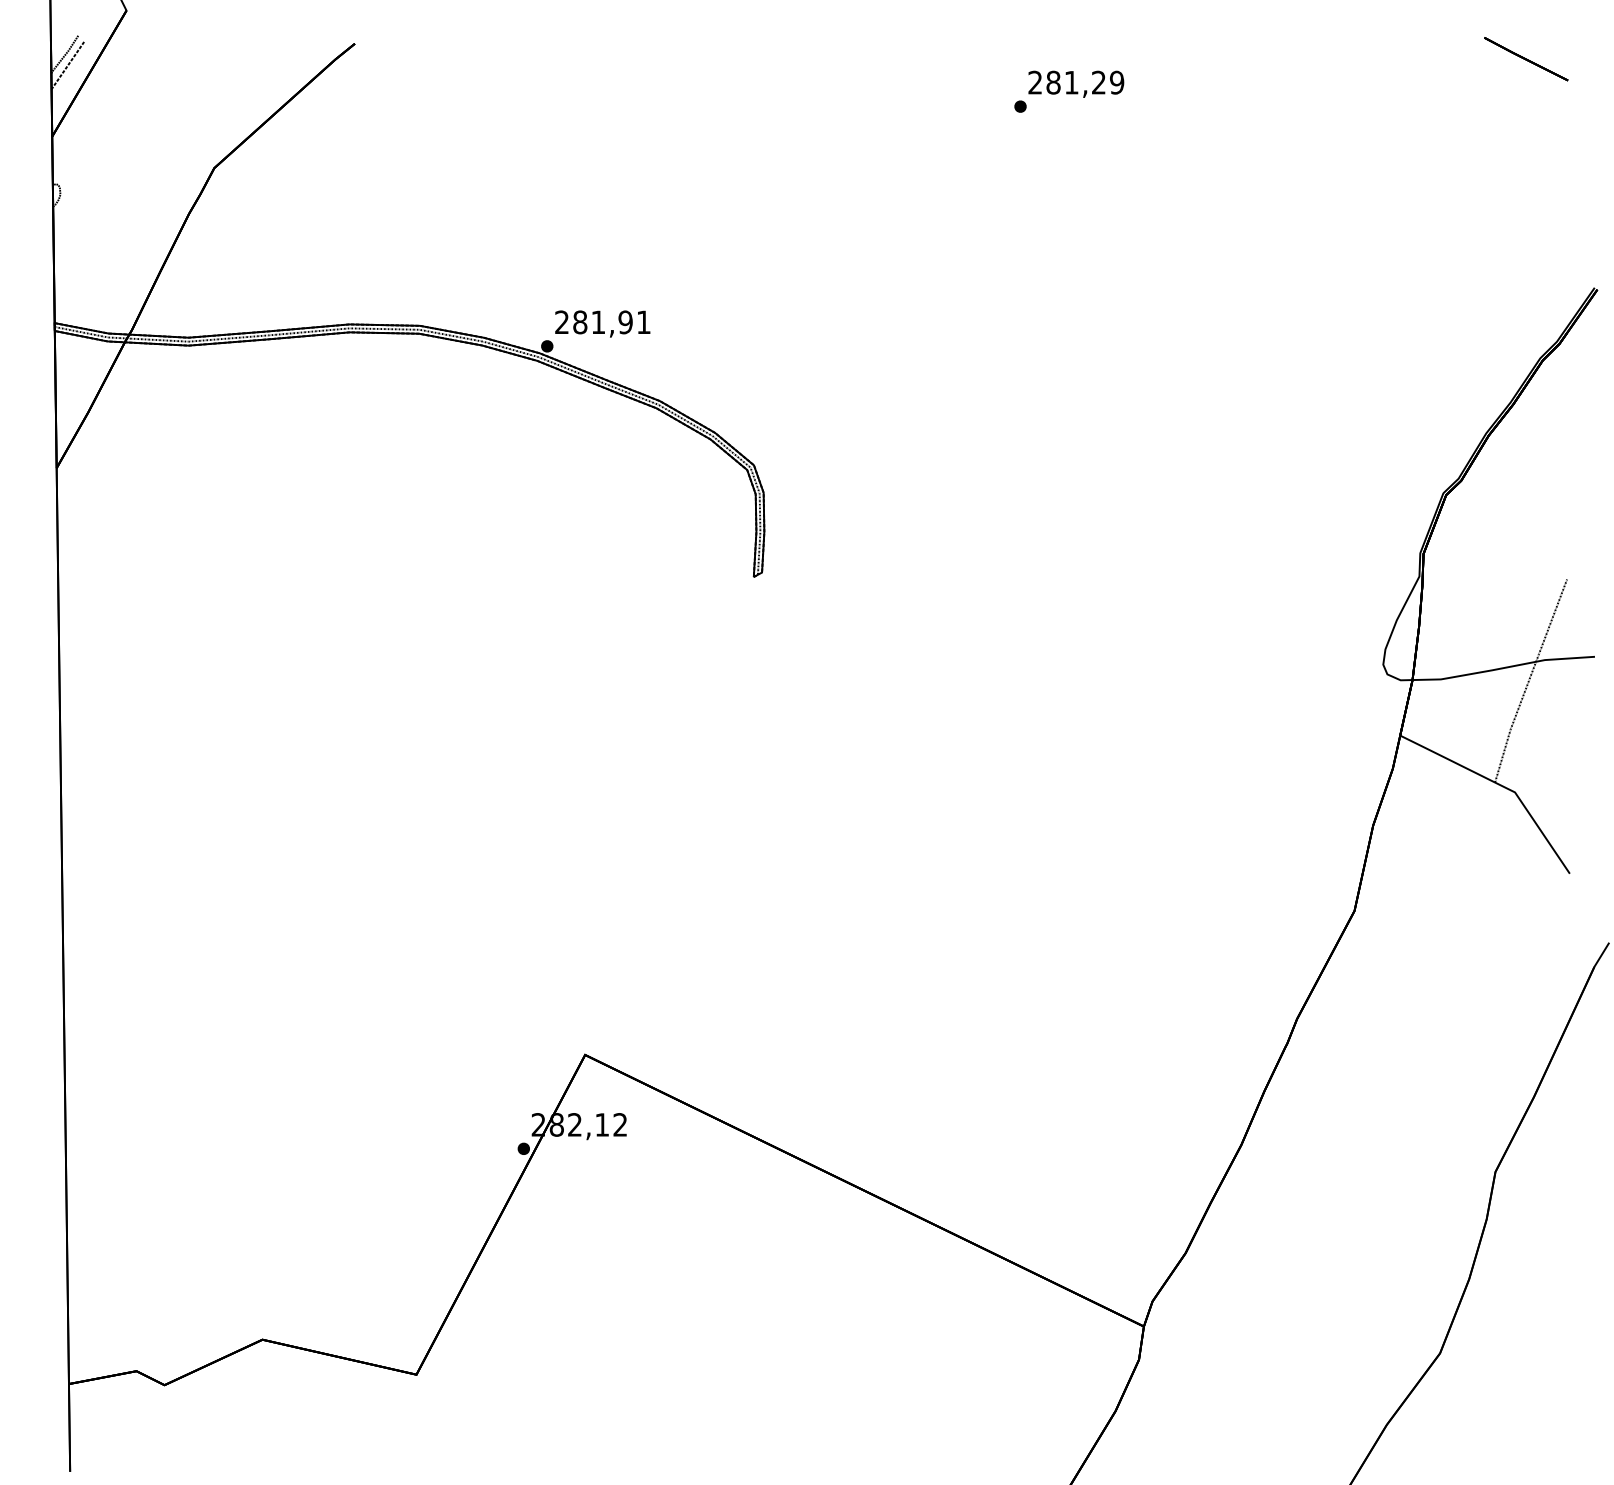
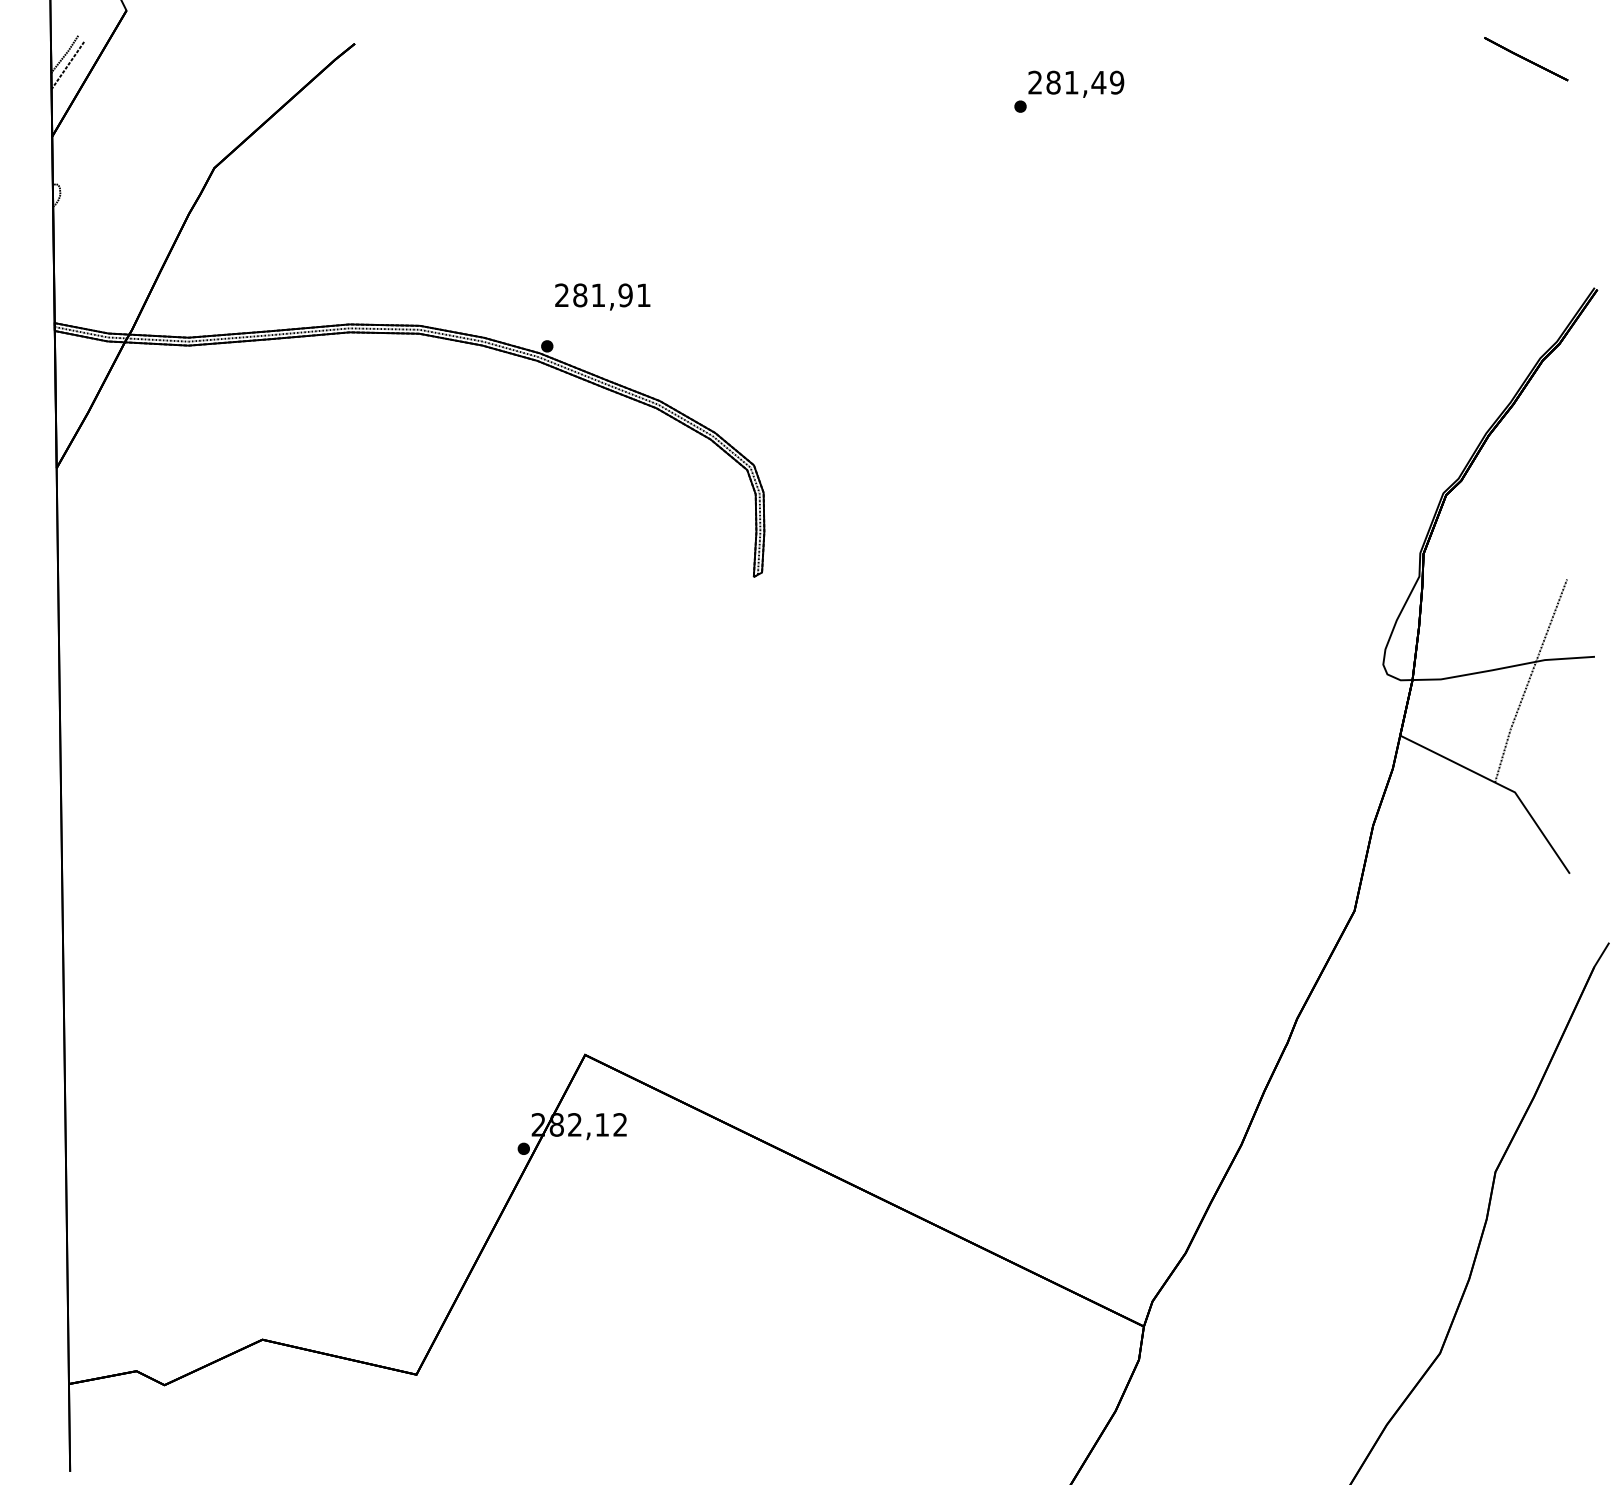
text at (1098, 82): 281,29 -> 281,49
text at (602, 323) position: (602, 323) -> (602, 296)
